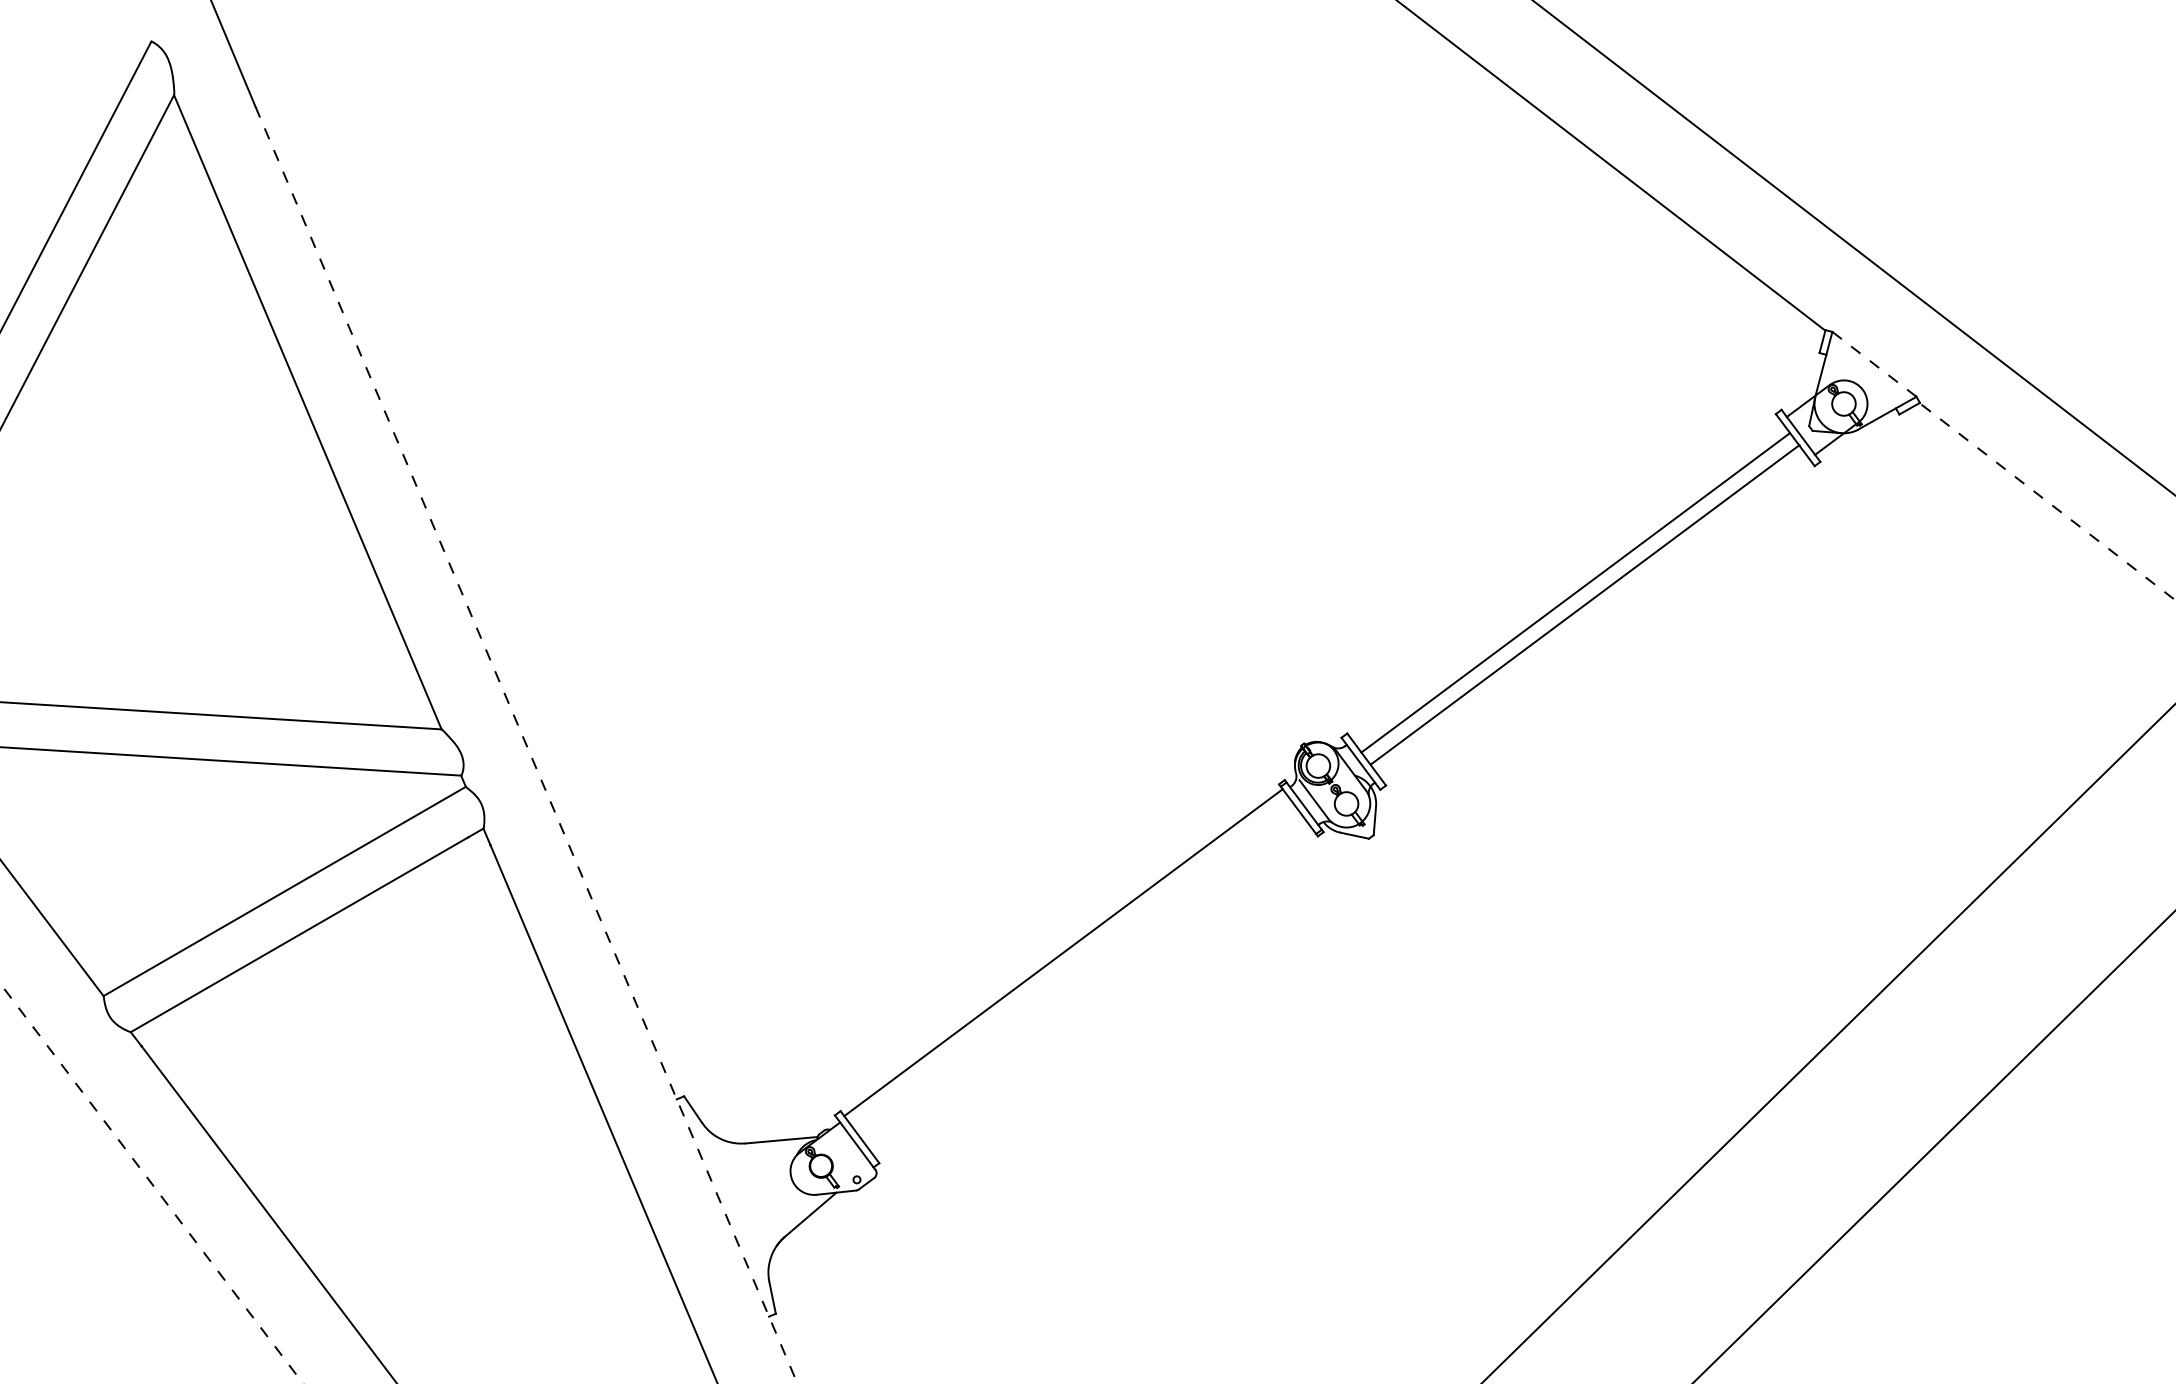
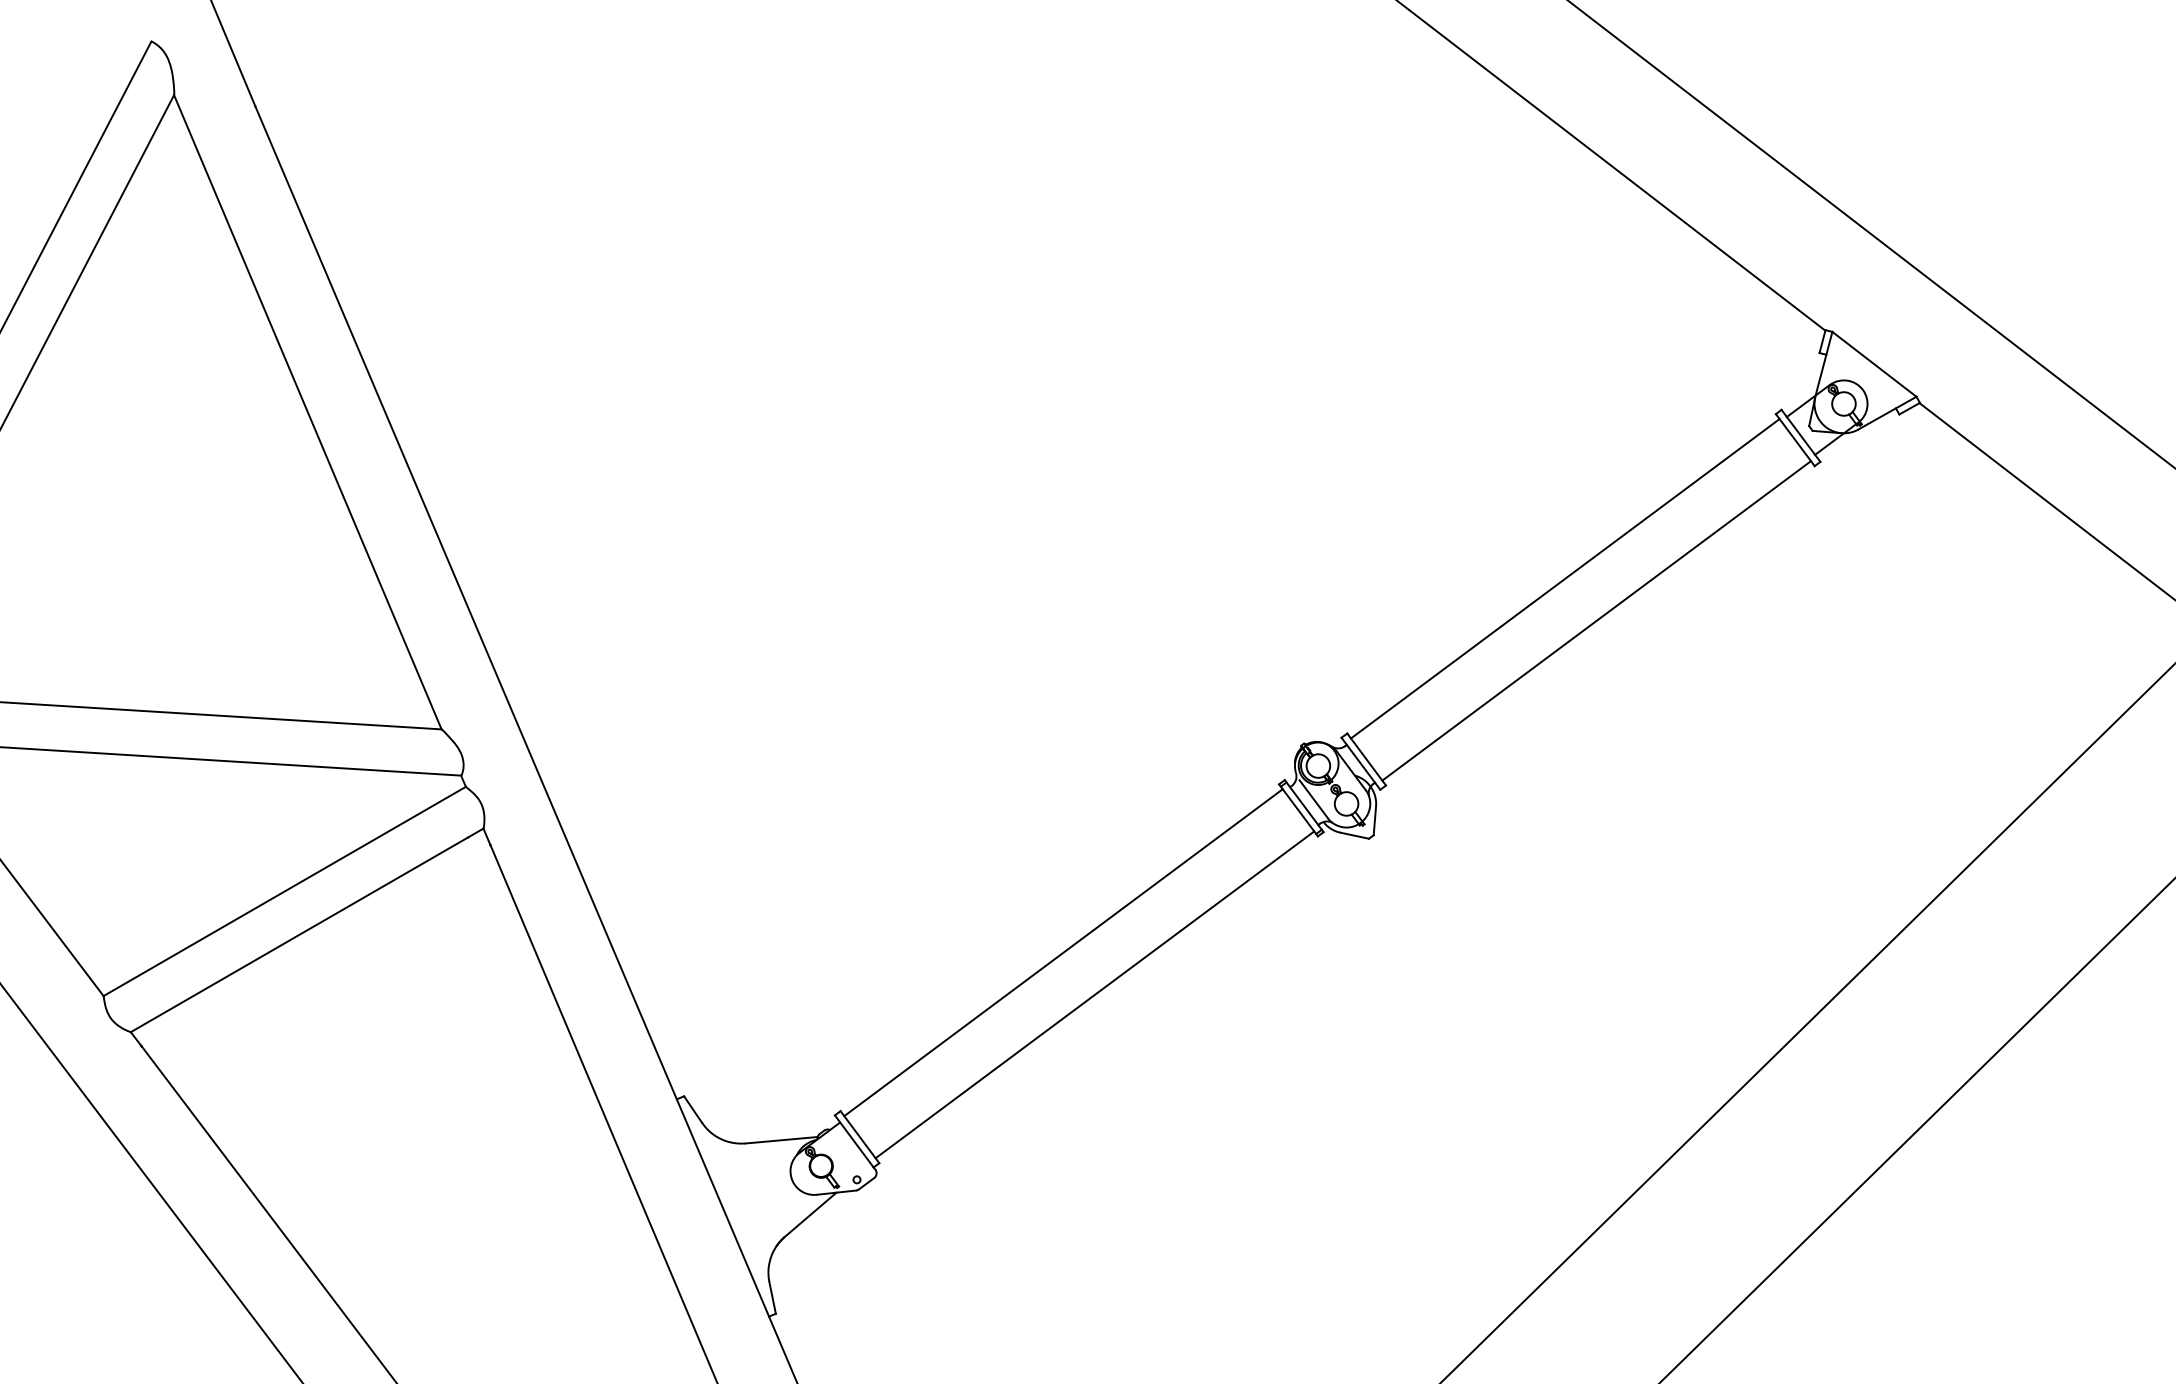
line at (1853, 247) position: (1853, 247) -> (1871, 234)
line at (1874, 364): dashed -> solid
line at (2047, 501): dashed -> solid
line at (1575, 592) position: (1575, 592) -> (1596, 620)
line at (1584, 604) position: (1584, 604) -> (1564, 578)
line at (526, 745): dashed -> solid
line at (1094, 994): none -> present
line at (1828, 1043) position: (1828, 1043) -> (1807, 1022)
line at (1933, 1146) position: (1933, 1146) -> (1917, 1130)
line at (151, 1183): dashed -> solid
